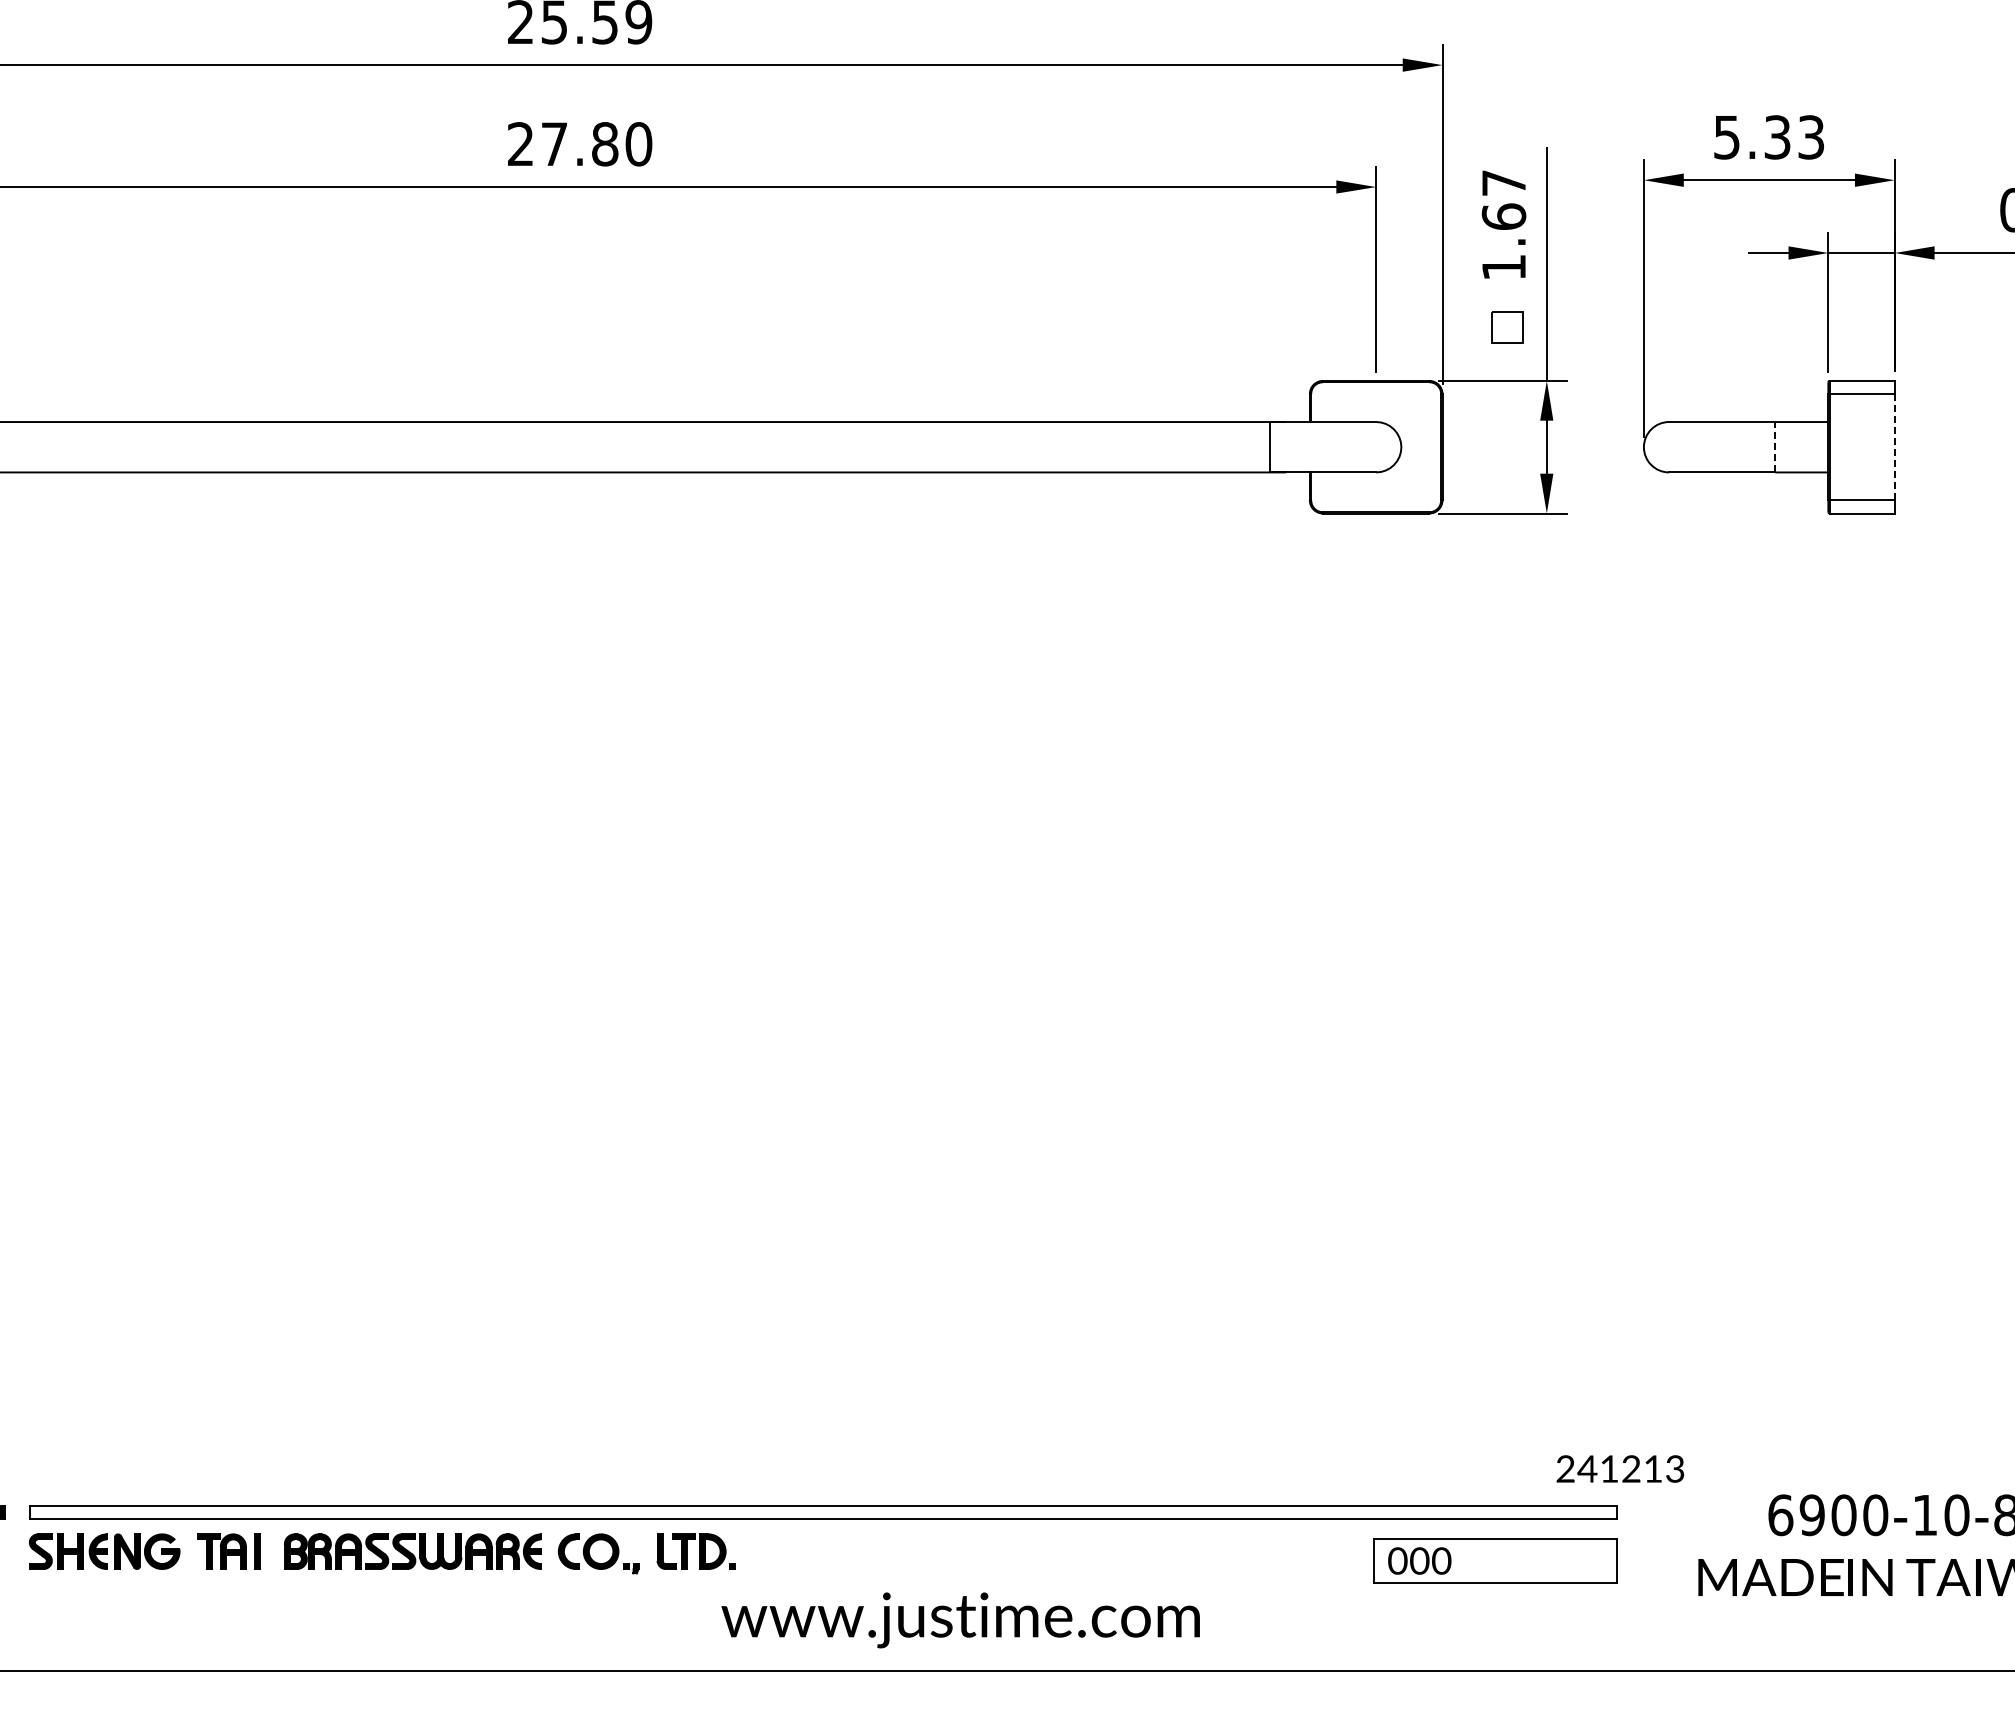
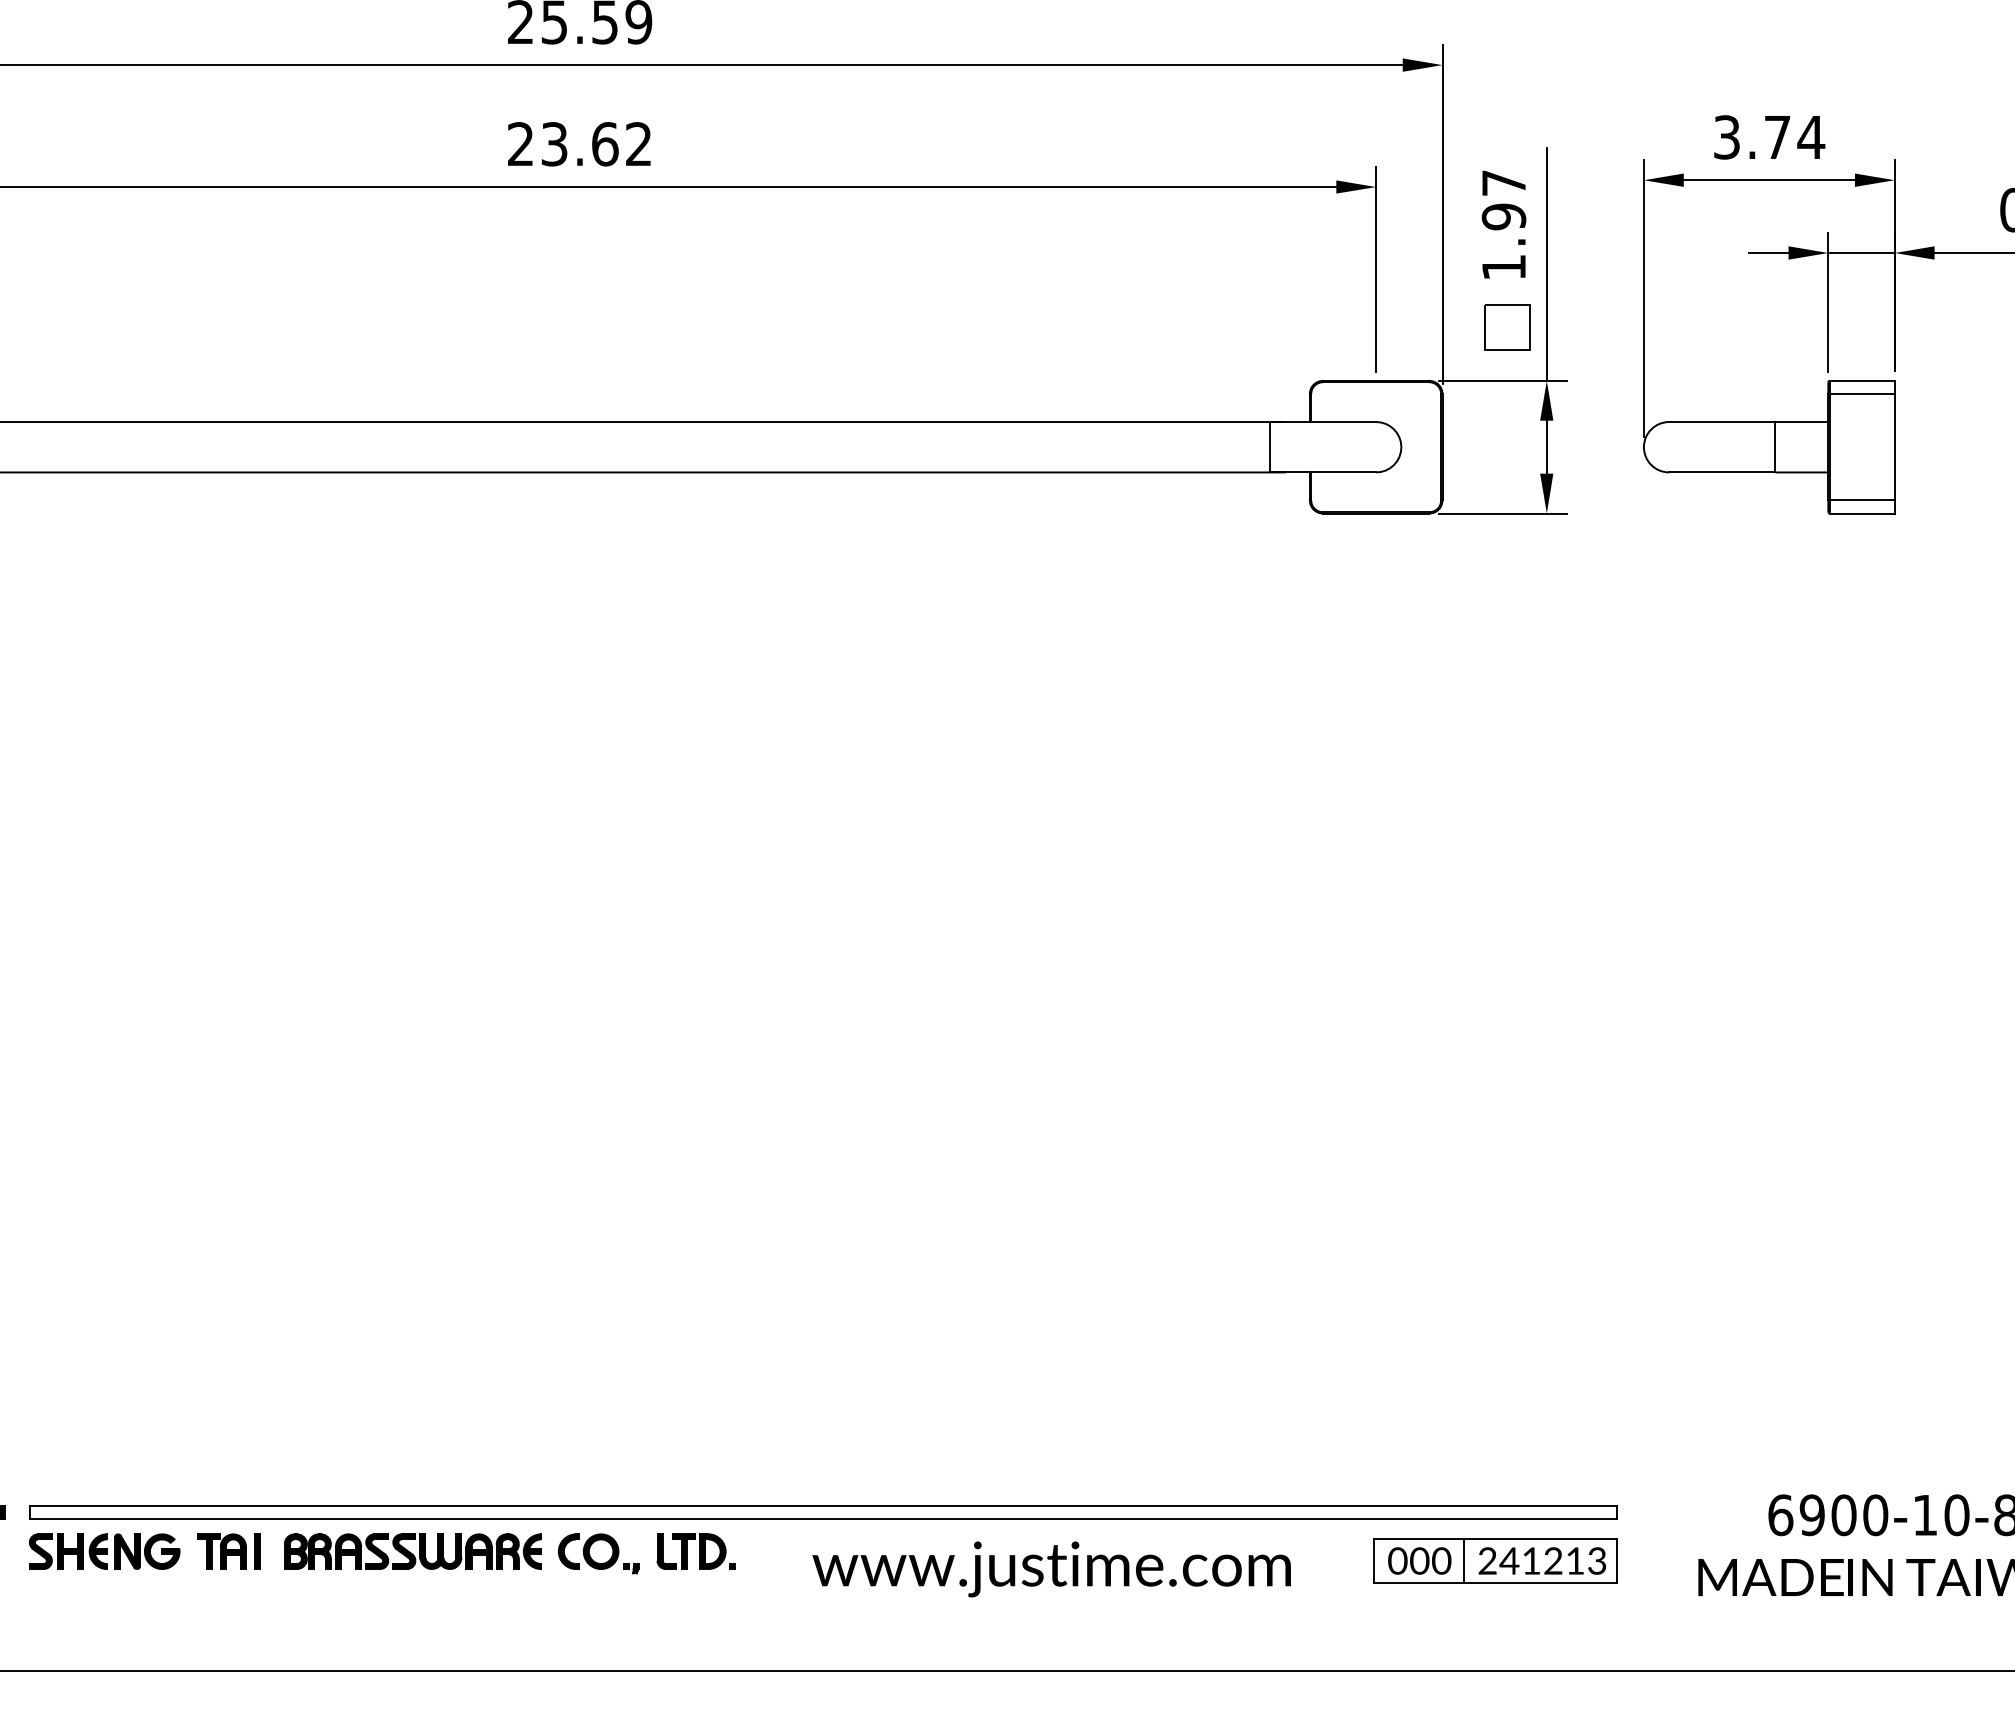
text at (1769, 137): 5.33 -> 3.74
text at (596, 144): 27.80 -> 23.62
text at (1503, 216): 1.67 -> 1.97
part at (1507, 327) size: 33x33 px -> 47x47 px
line at (1775, 446): dashed -> solid
line at (1894, 447): dashed -> solid
text at (1620, 1468) position: (1620, 1468) -> (1542, 1560)
line at (1463, 1560): none -> present
text at (960, 1620) position: (960, 1620) -> (1051, 1569)
